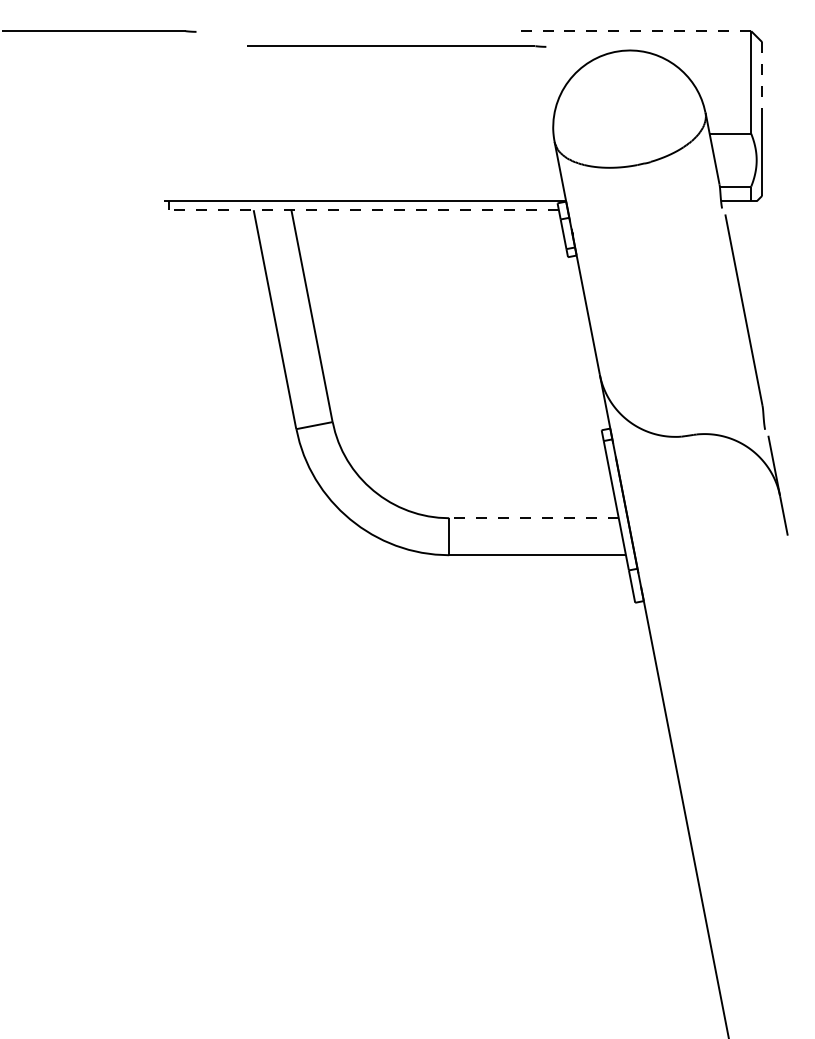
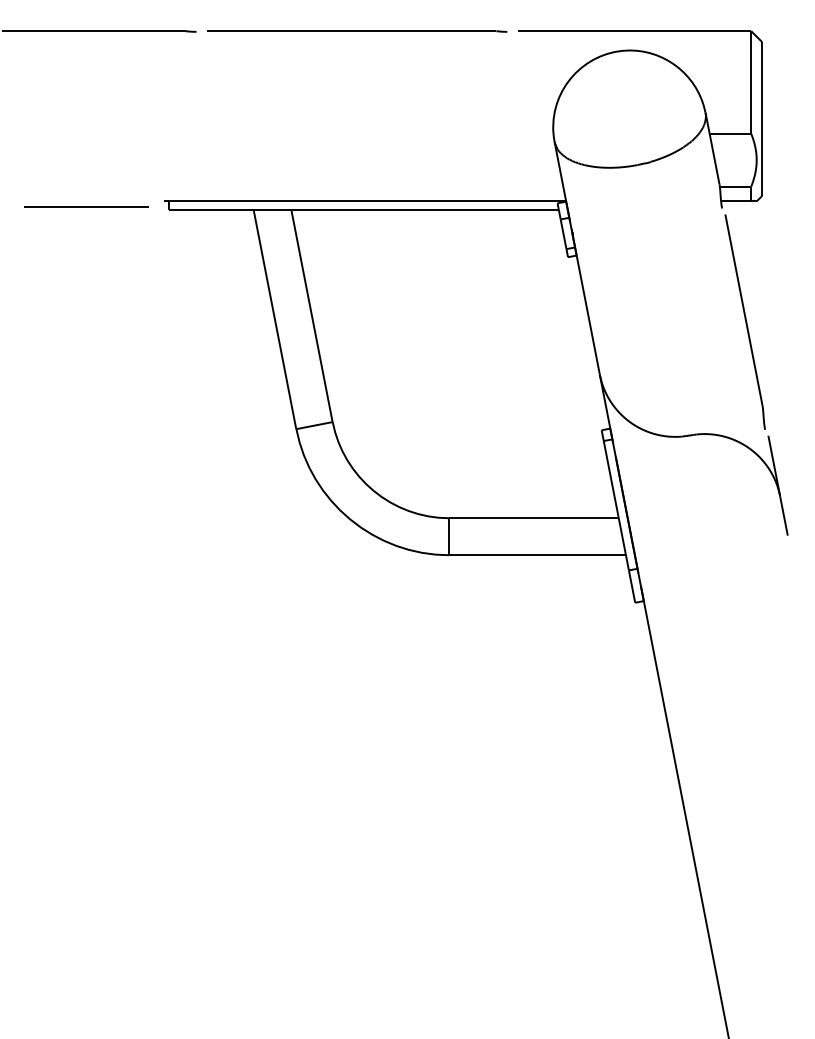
line at (634, 31): dashed -> solid
line at (396, 46) position: (396, 46) -> (357, 31)
line at (762, 80): dashed -> solid
line at (86, 206): none -> present
line at (363, 210): dashed -> solid
line at (533, 518): dashed -> solid
